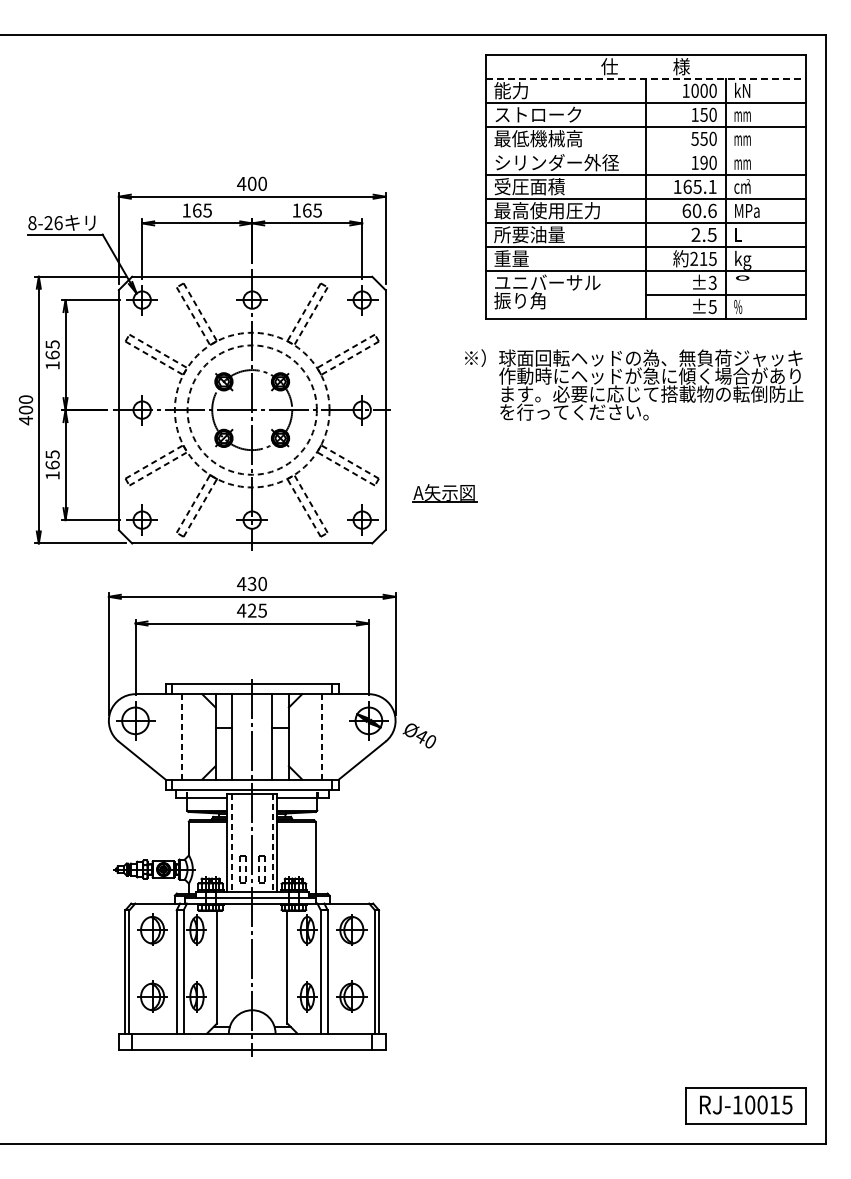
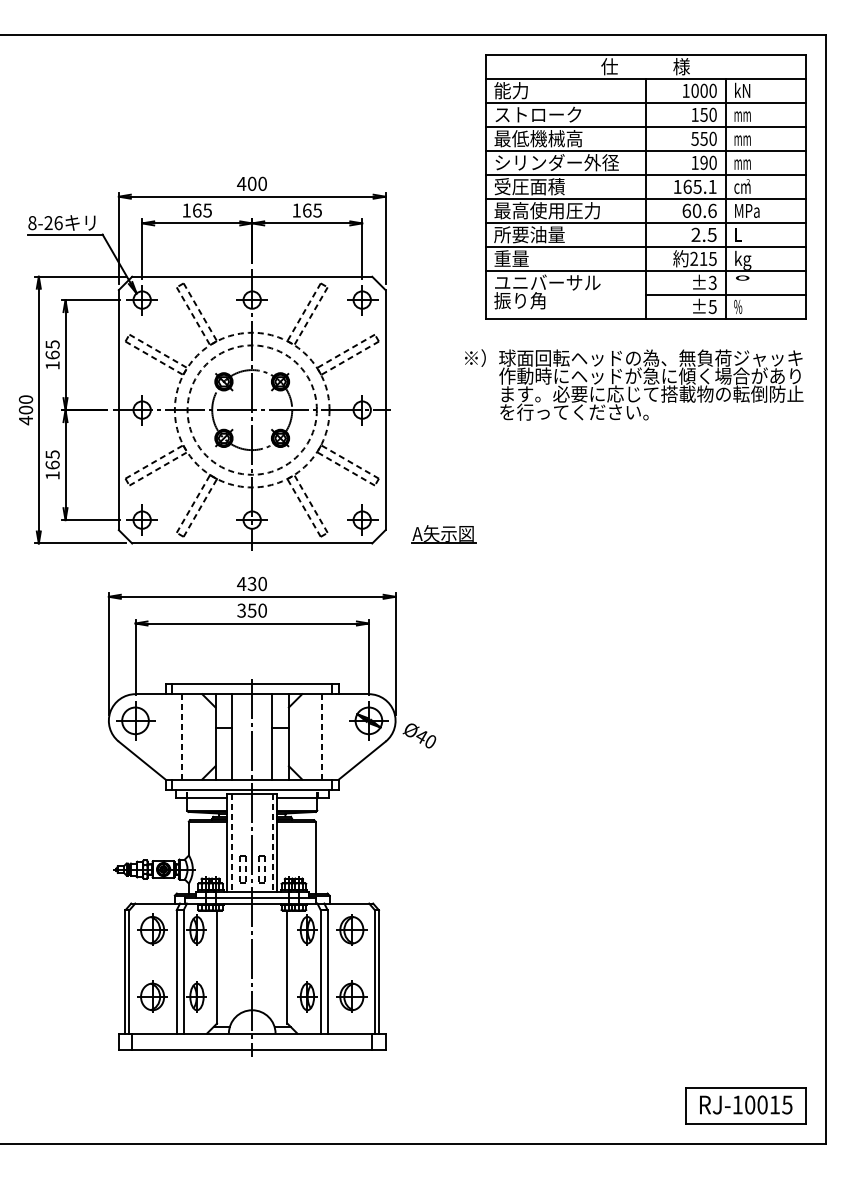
line at (646, 79): dashed -> solid
line at (645, 151): none -> present
part at (444, 493) position: (444, 493) -> (443, 534)
text at (251, 610): 425 -> 350
